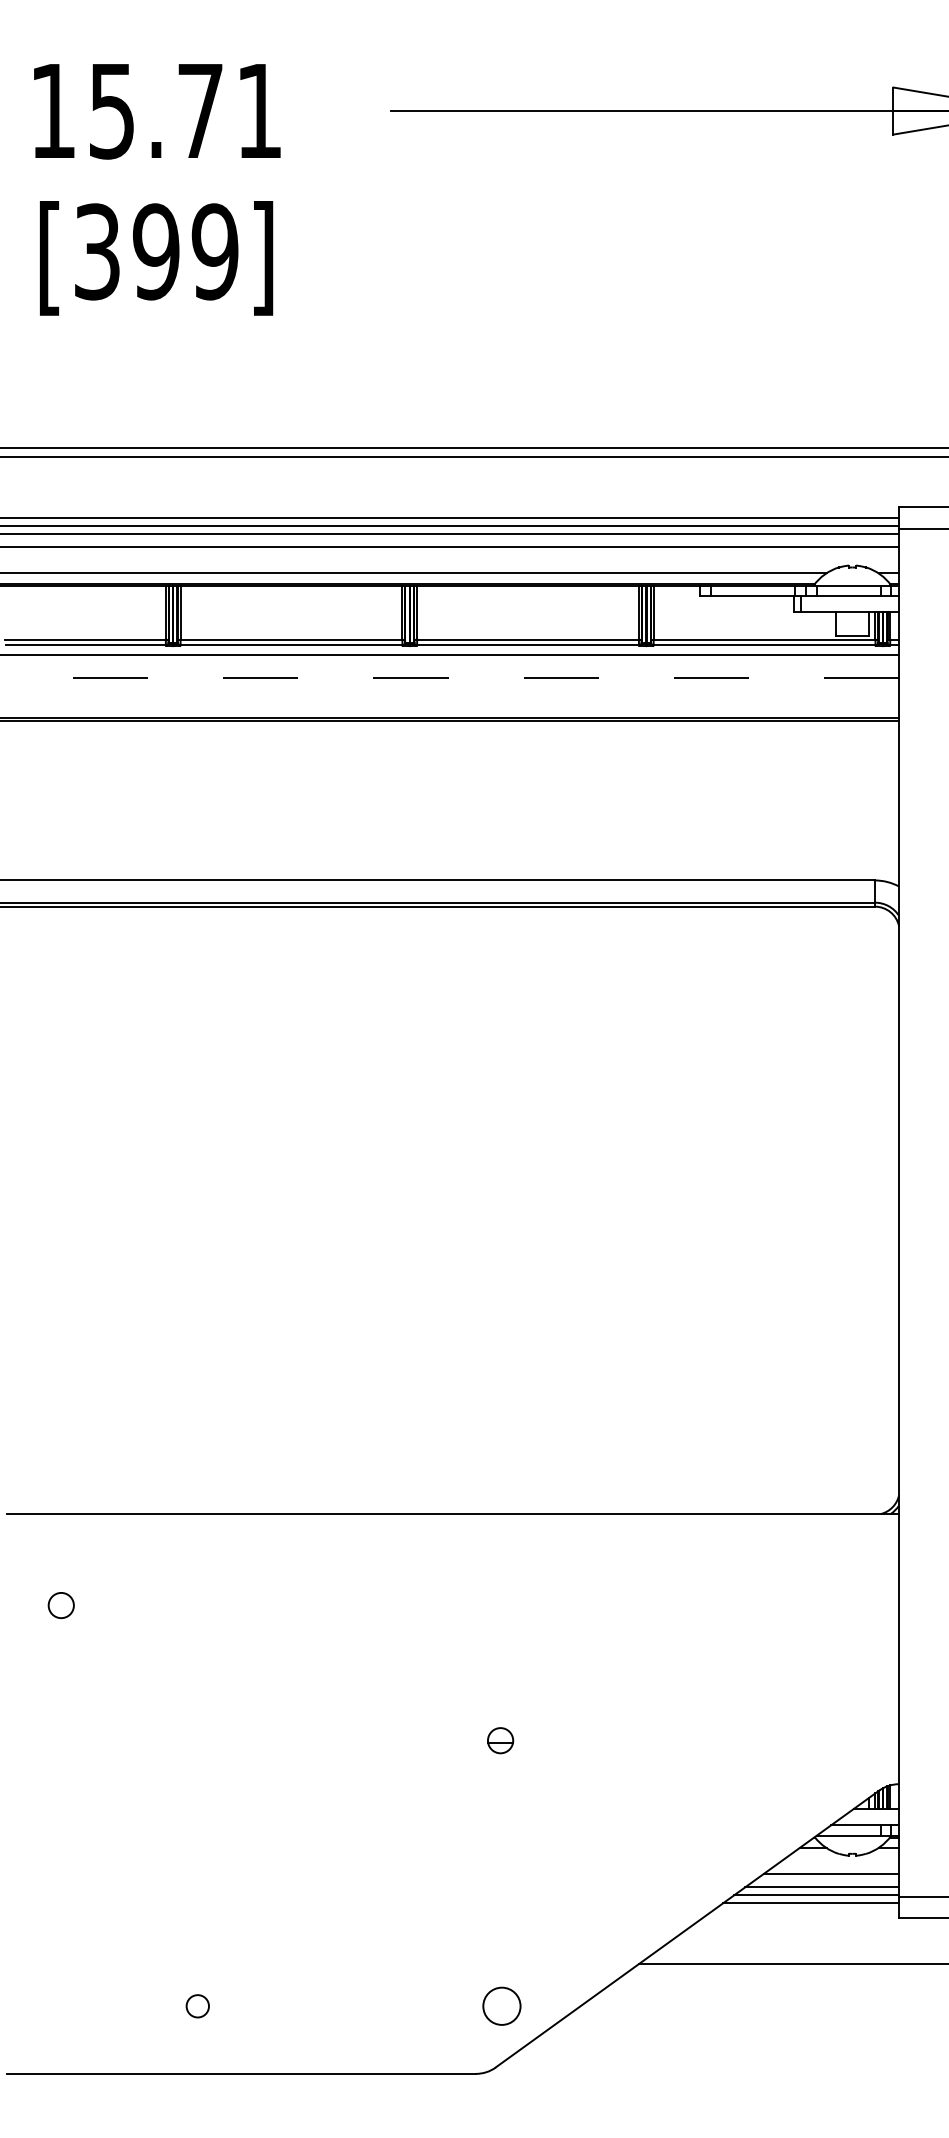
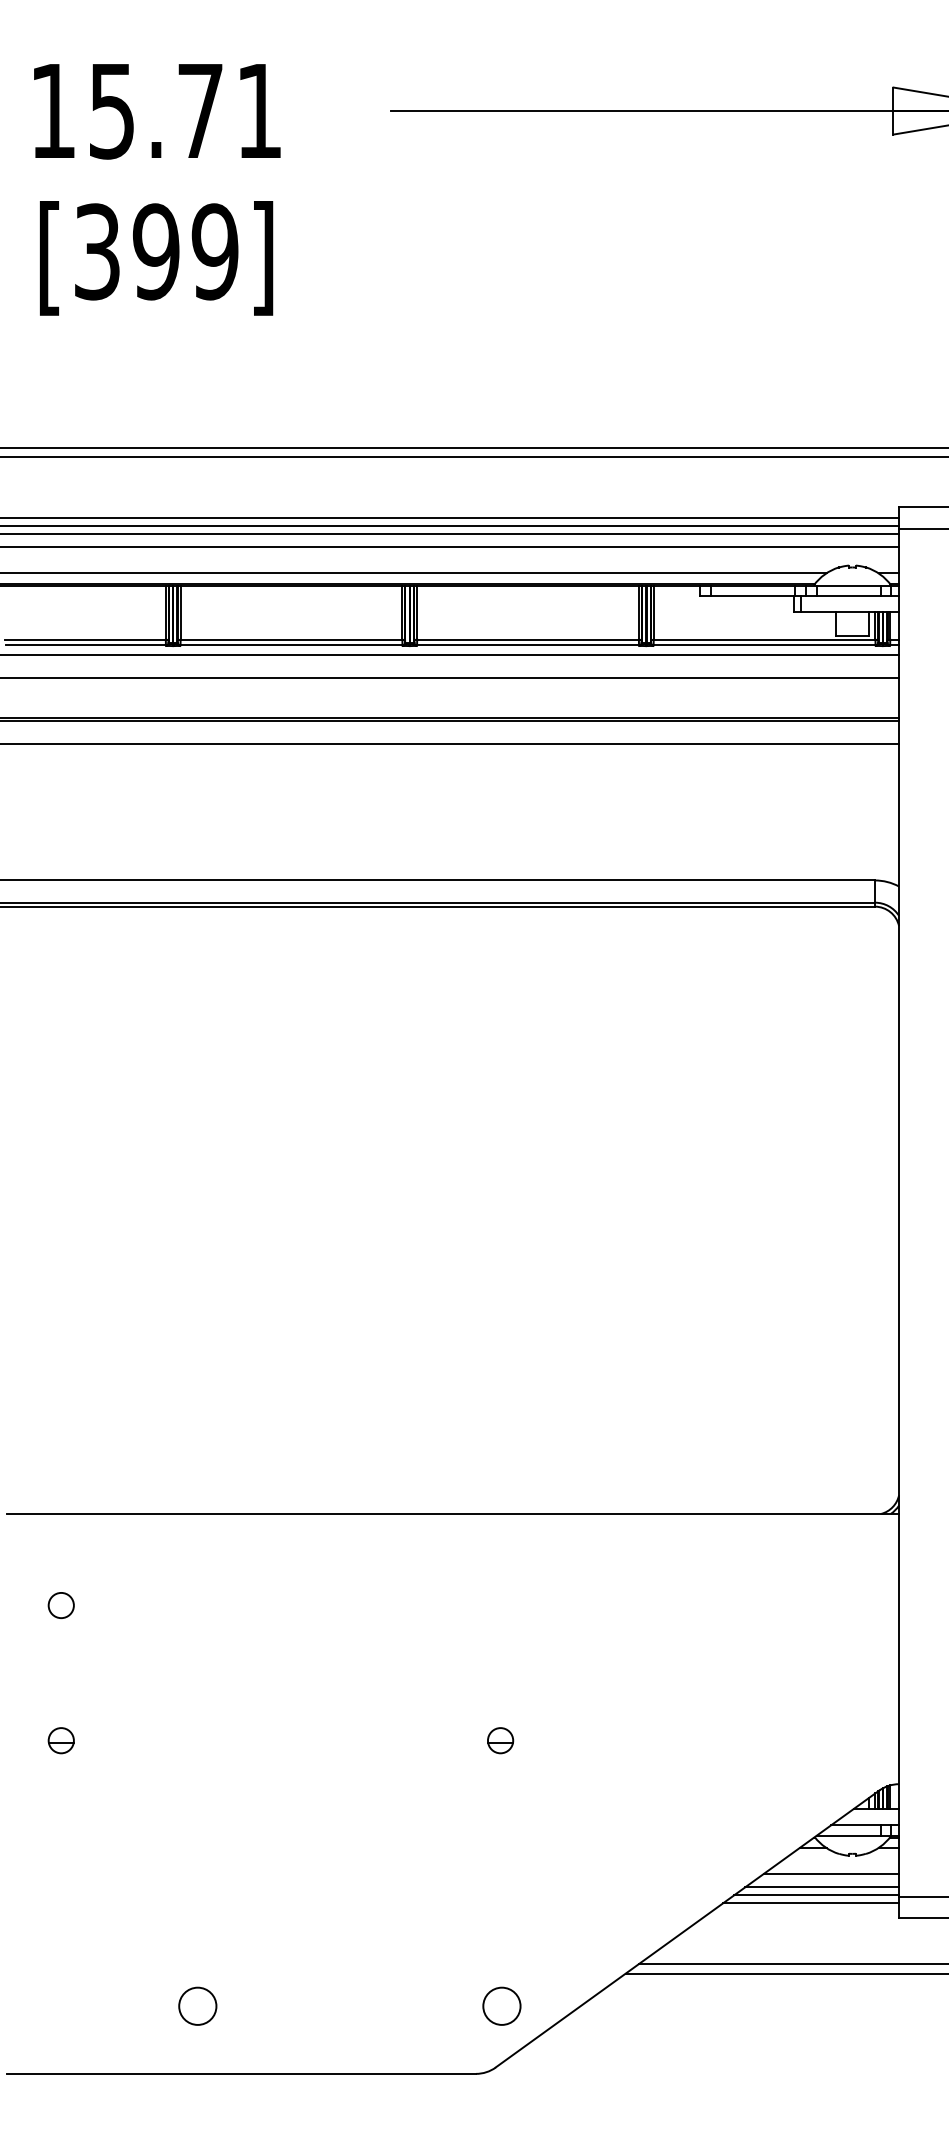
line at (449, 678): dashed -> solid
line at (450, 743): none -> present
part at (60, 1740): none -> present
line at (785, 1973): none -> present
circle at (197, 2006) diameter: 22 px -> 37 px
